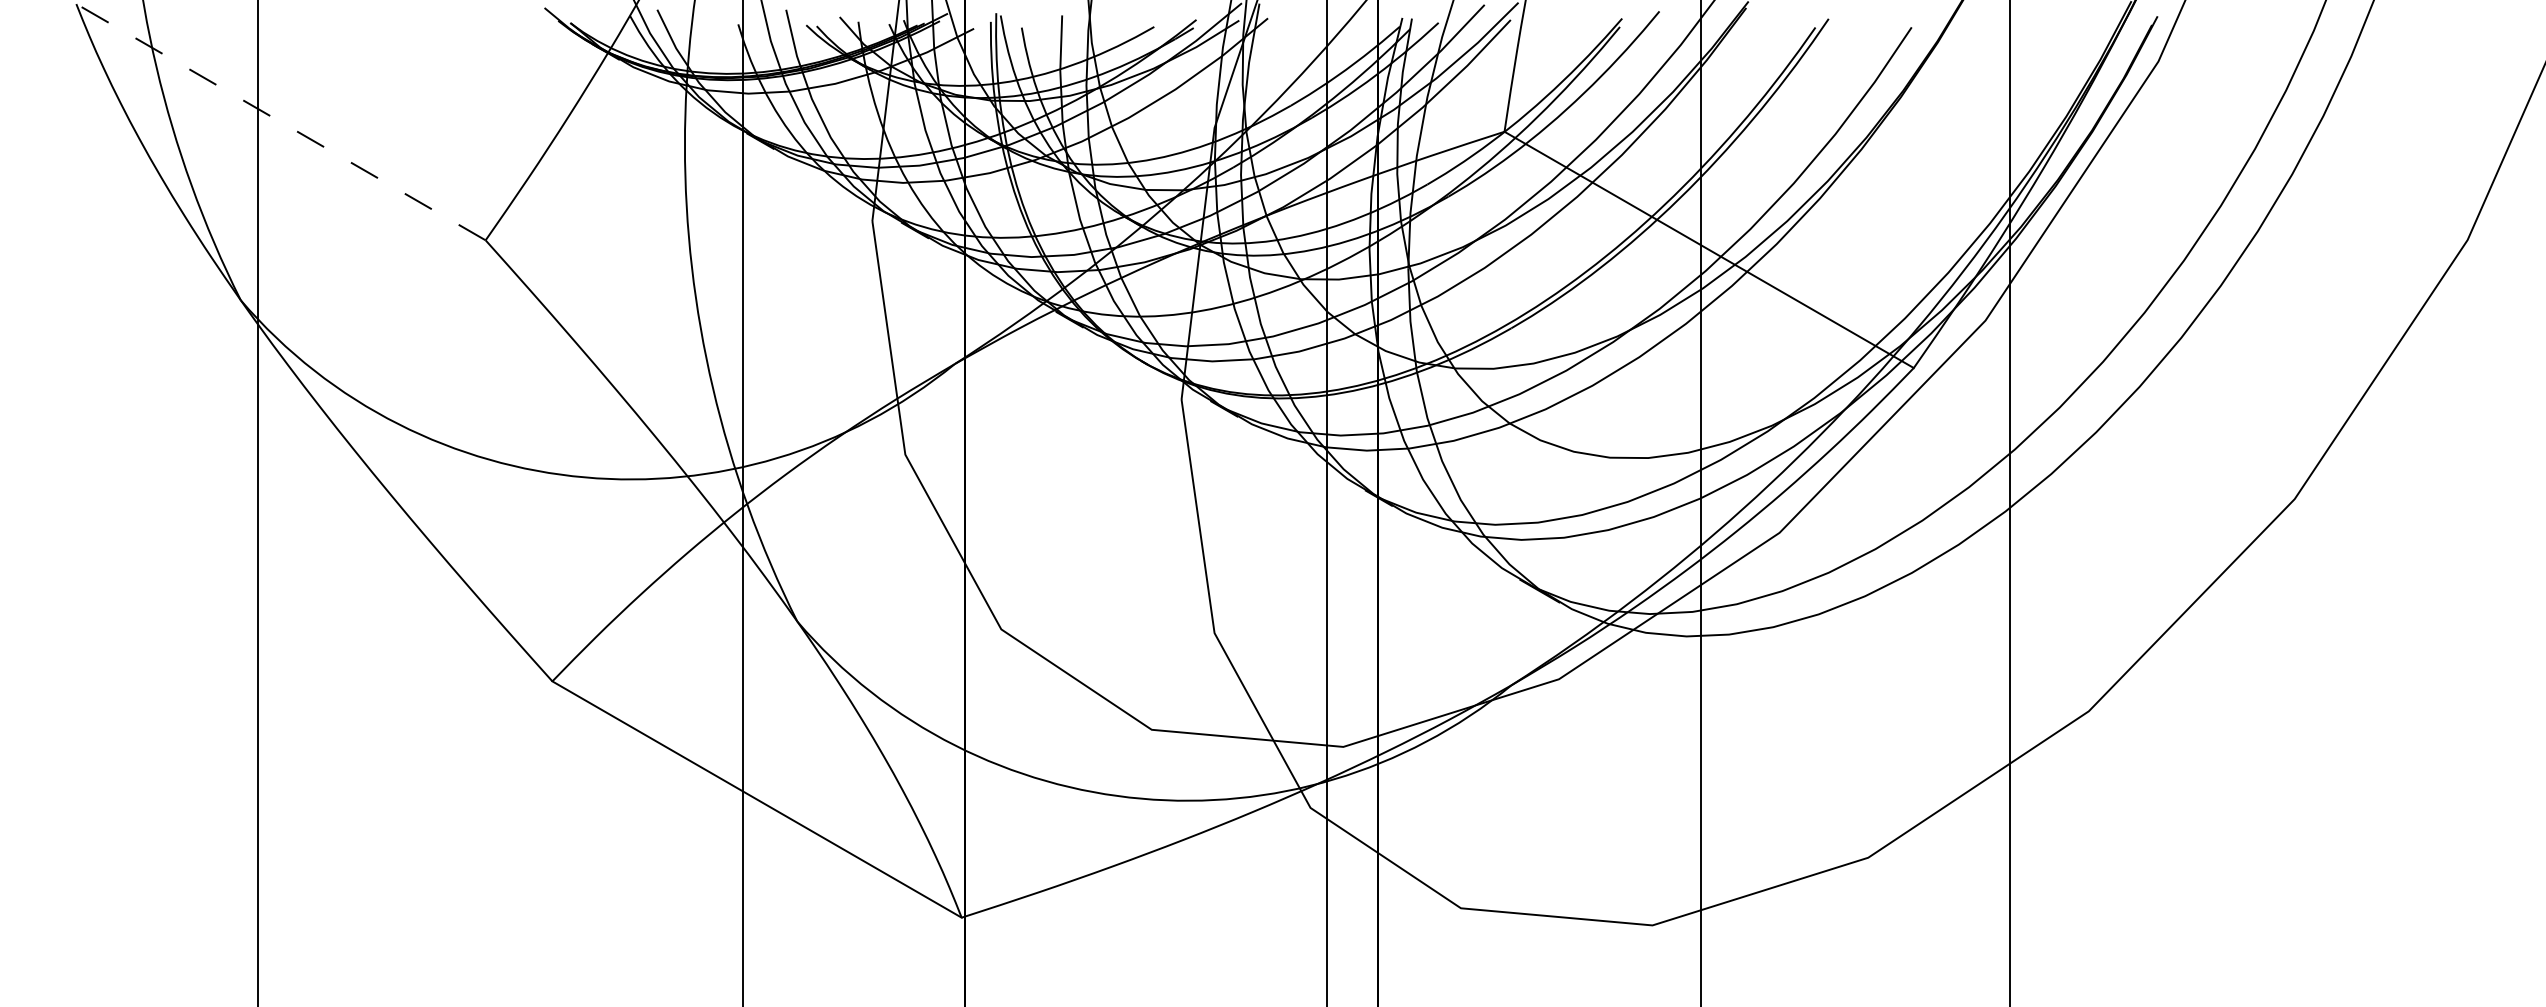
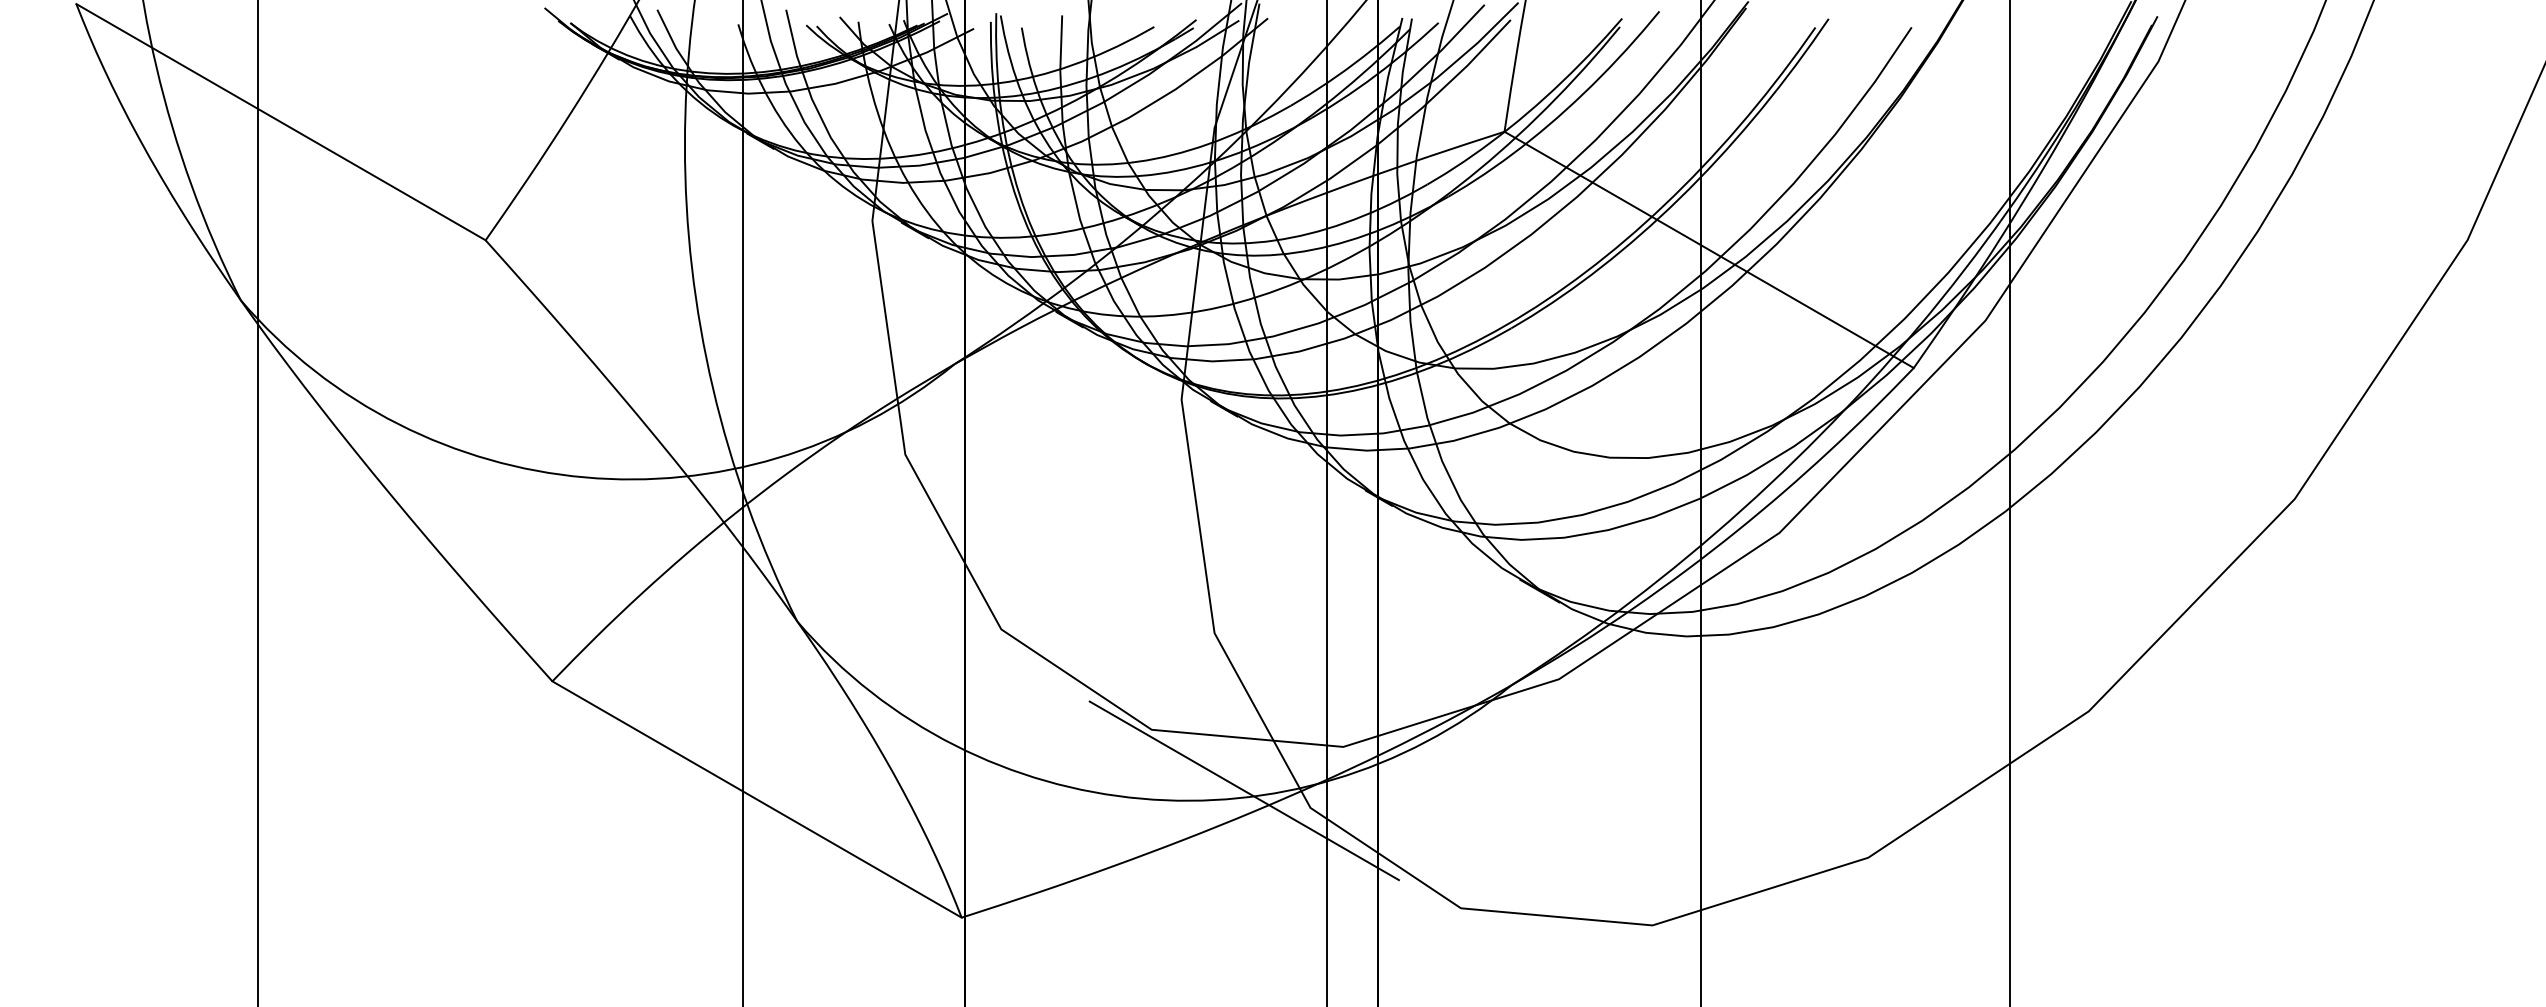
line at (280, 121): dashed -> solid
line at (1243, 790): none -> present
